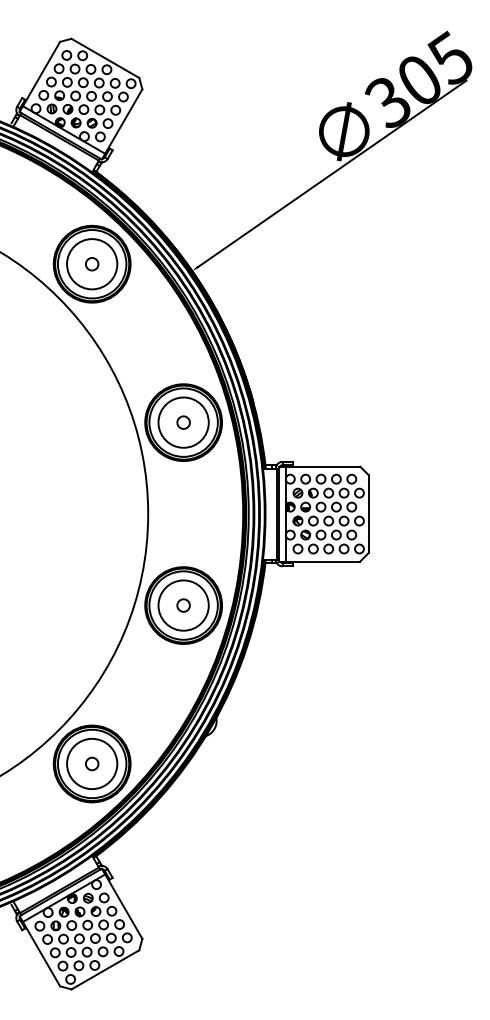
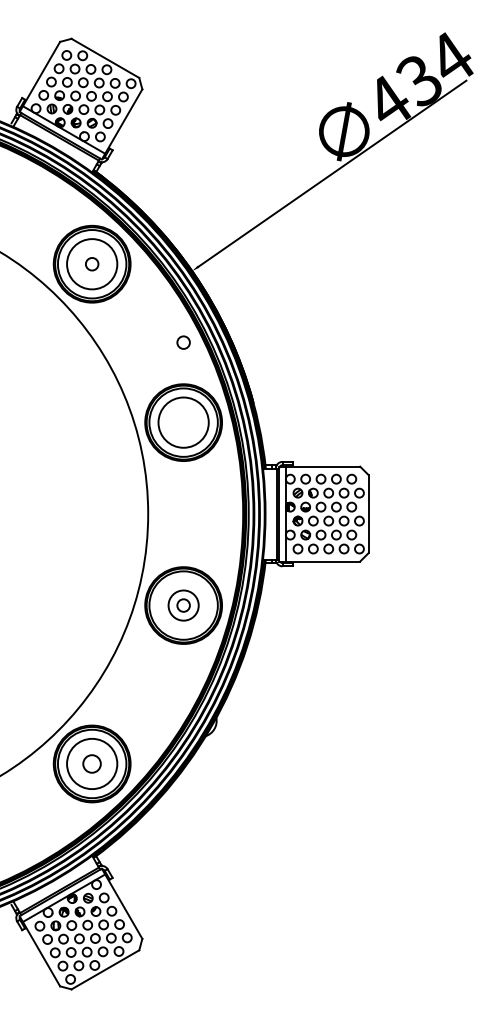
text at (419, 78): 305 -> 434
circle at (183, 422) position: (183, 422) -> (183, 342)
circle at (183, 605) diameter: 50 px -> 30 px
circle at (92, 763) size: 15x16 px -> 20x20 px
